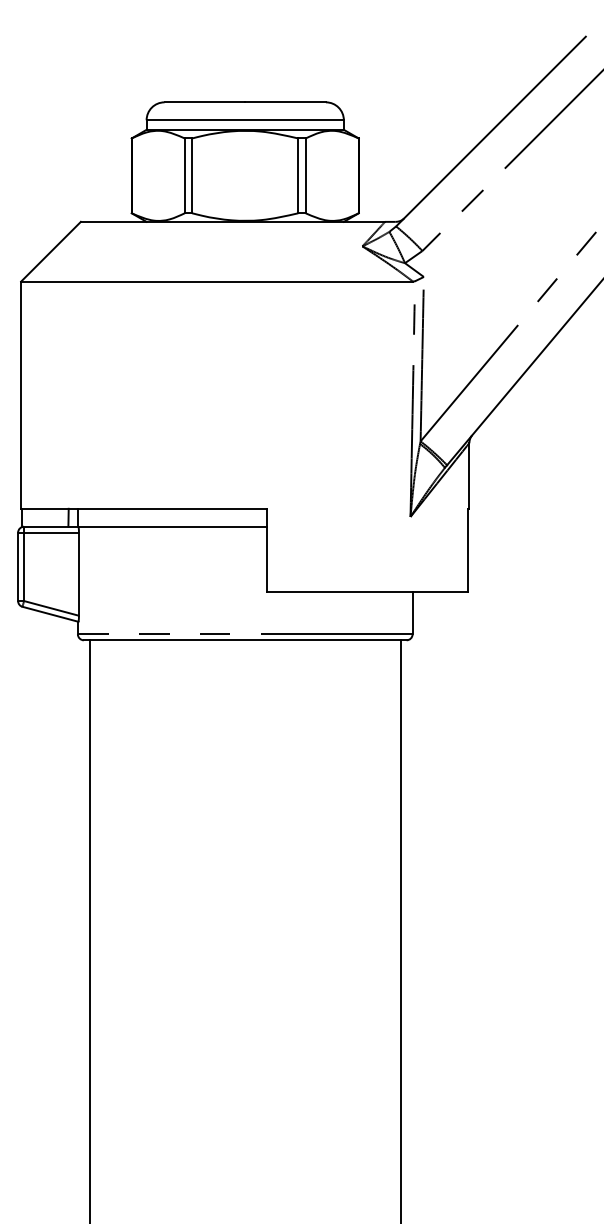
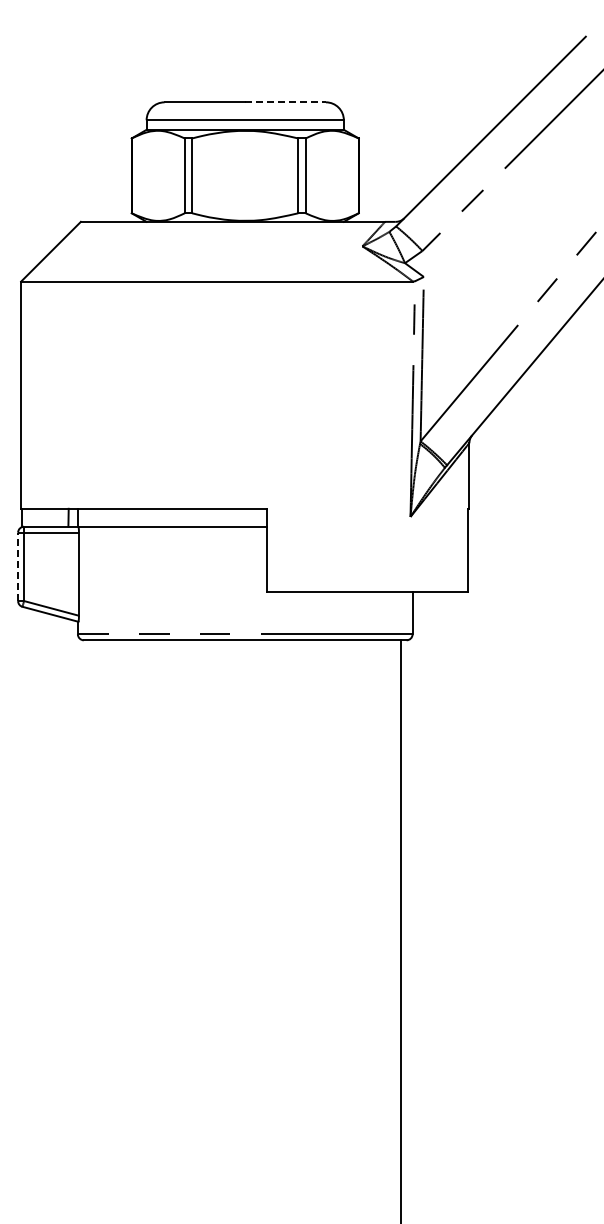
line at (286, 102): solid -> dashed
line at (18, 566): solid -> dashed
line at (89, 930): present -> none
